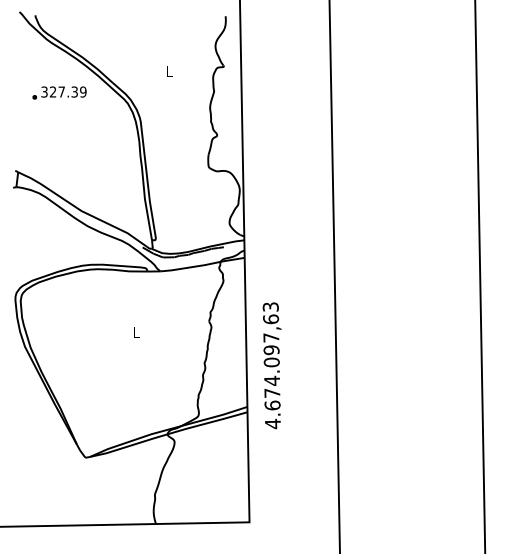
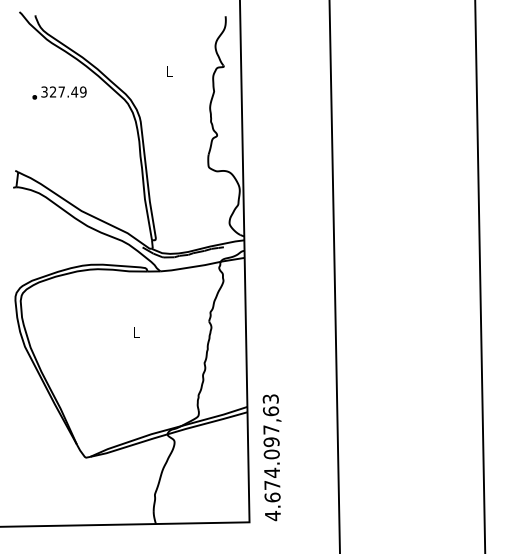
text at (74, 91): 327.39 -> 327.49
text at (271, 365) position: (271, 365) -> (271, 457)
